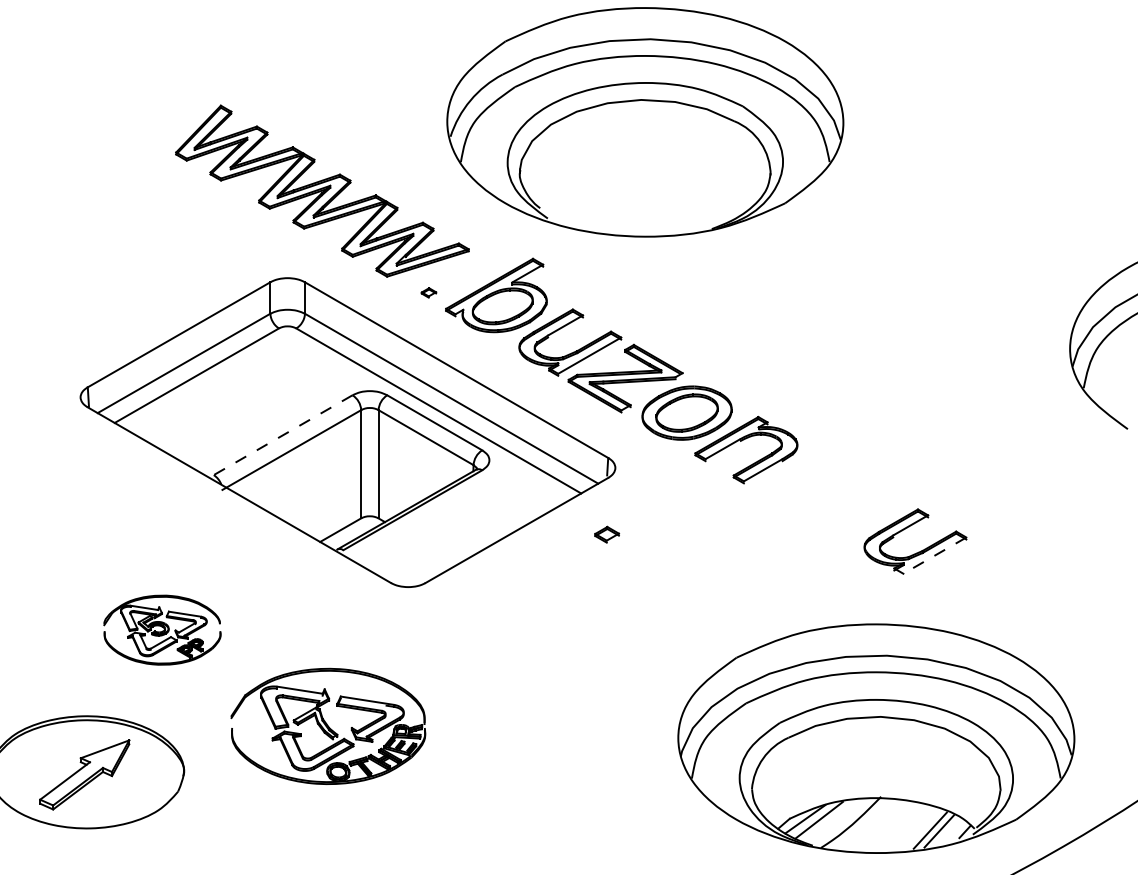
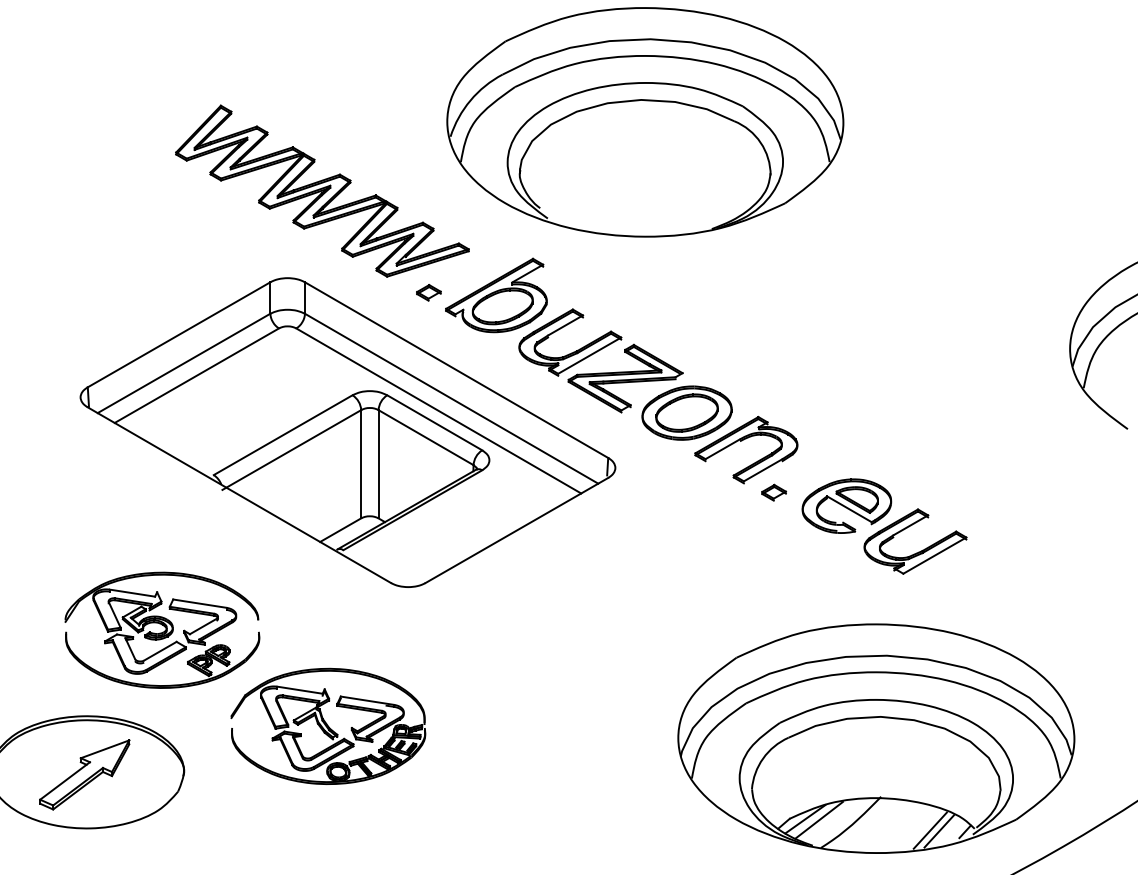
part at (428, 292) size: 18x12 px -> 26x18 px
line at (282, 435): dashed -> solid
part at (846, 505): none -> present
part at (607, 534) position: (607, 534) -> (774, 492)
line at (934, 555): dashed -> solid
part at (162, 629) size: 119x72 px -> 197x118 px
